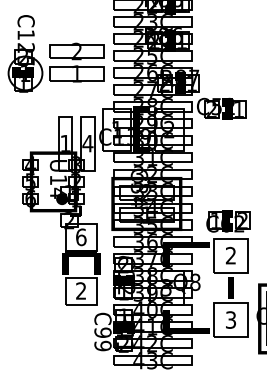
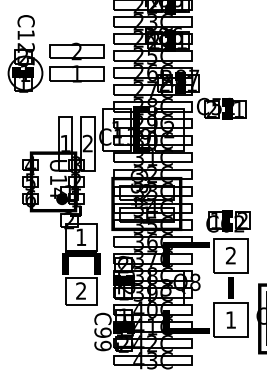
text at (87, 143): 4 -> 2
text at (81, 237): 6 -> 1
text at (231, 319): 3 -> 1
